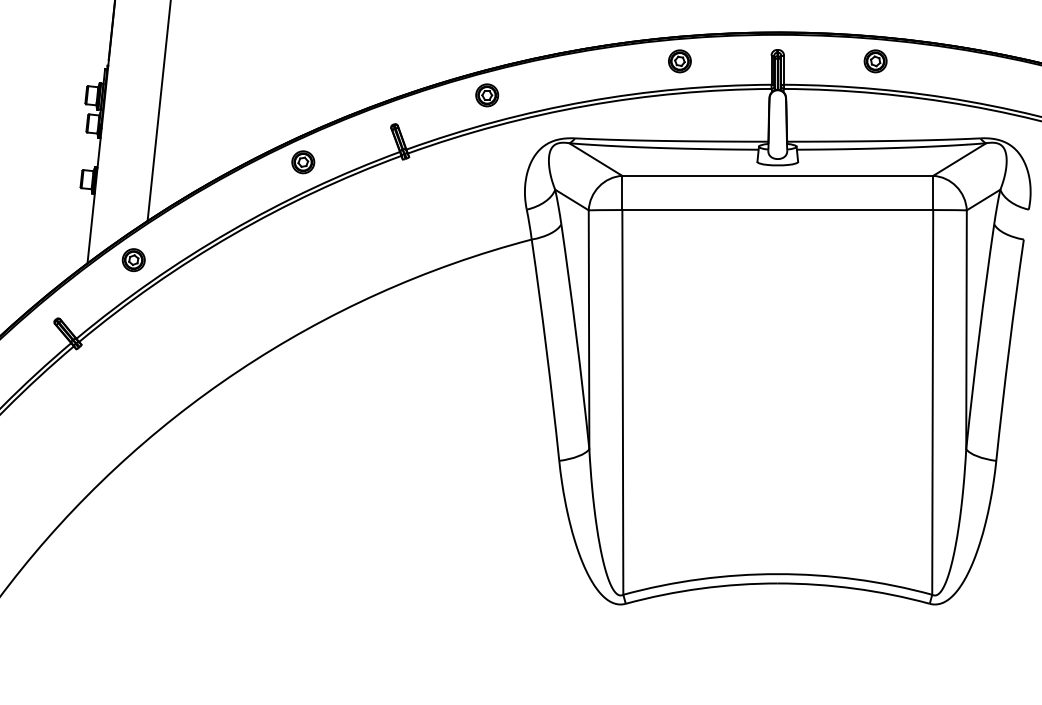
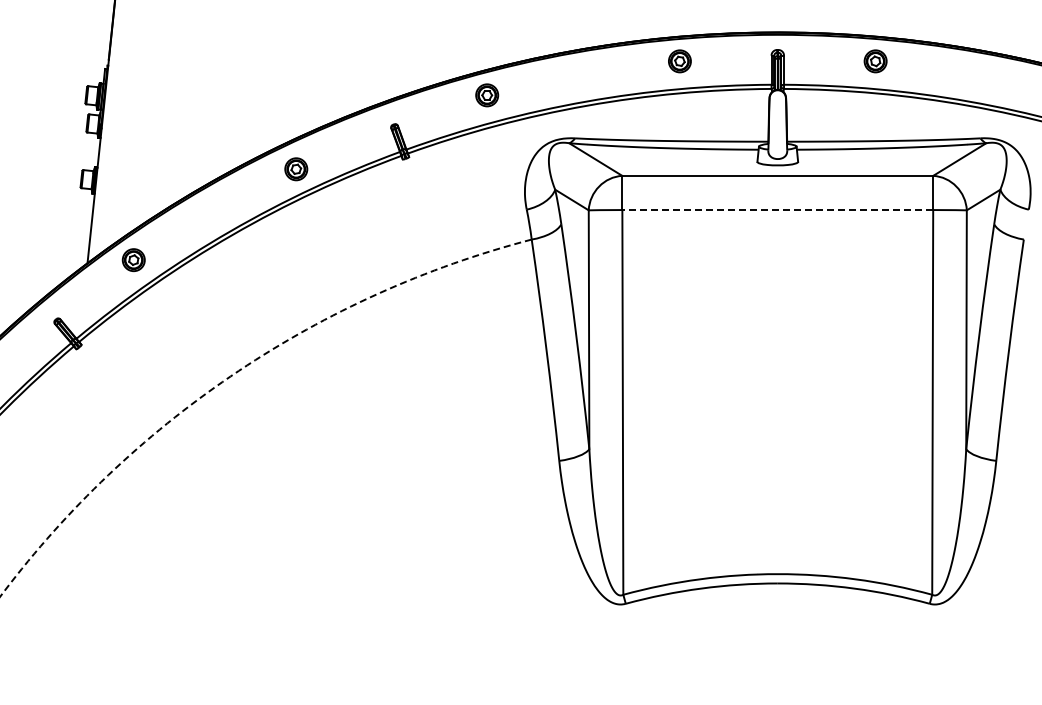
line at (158, 111): present -> none
part at (303, 162) position: (303, 162) -> (296, 169)
line at (777, 210): solid -> dashed
arc at (236, 372): solid -> dashed
